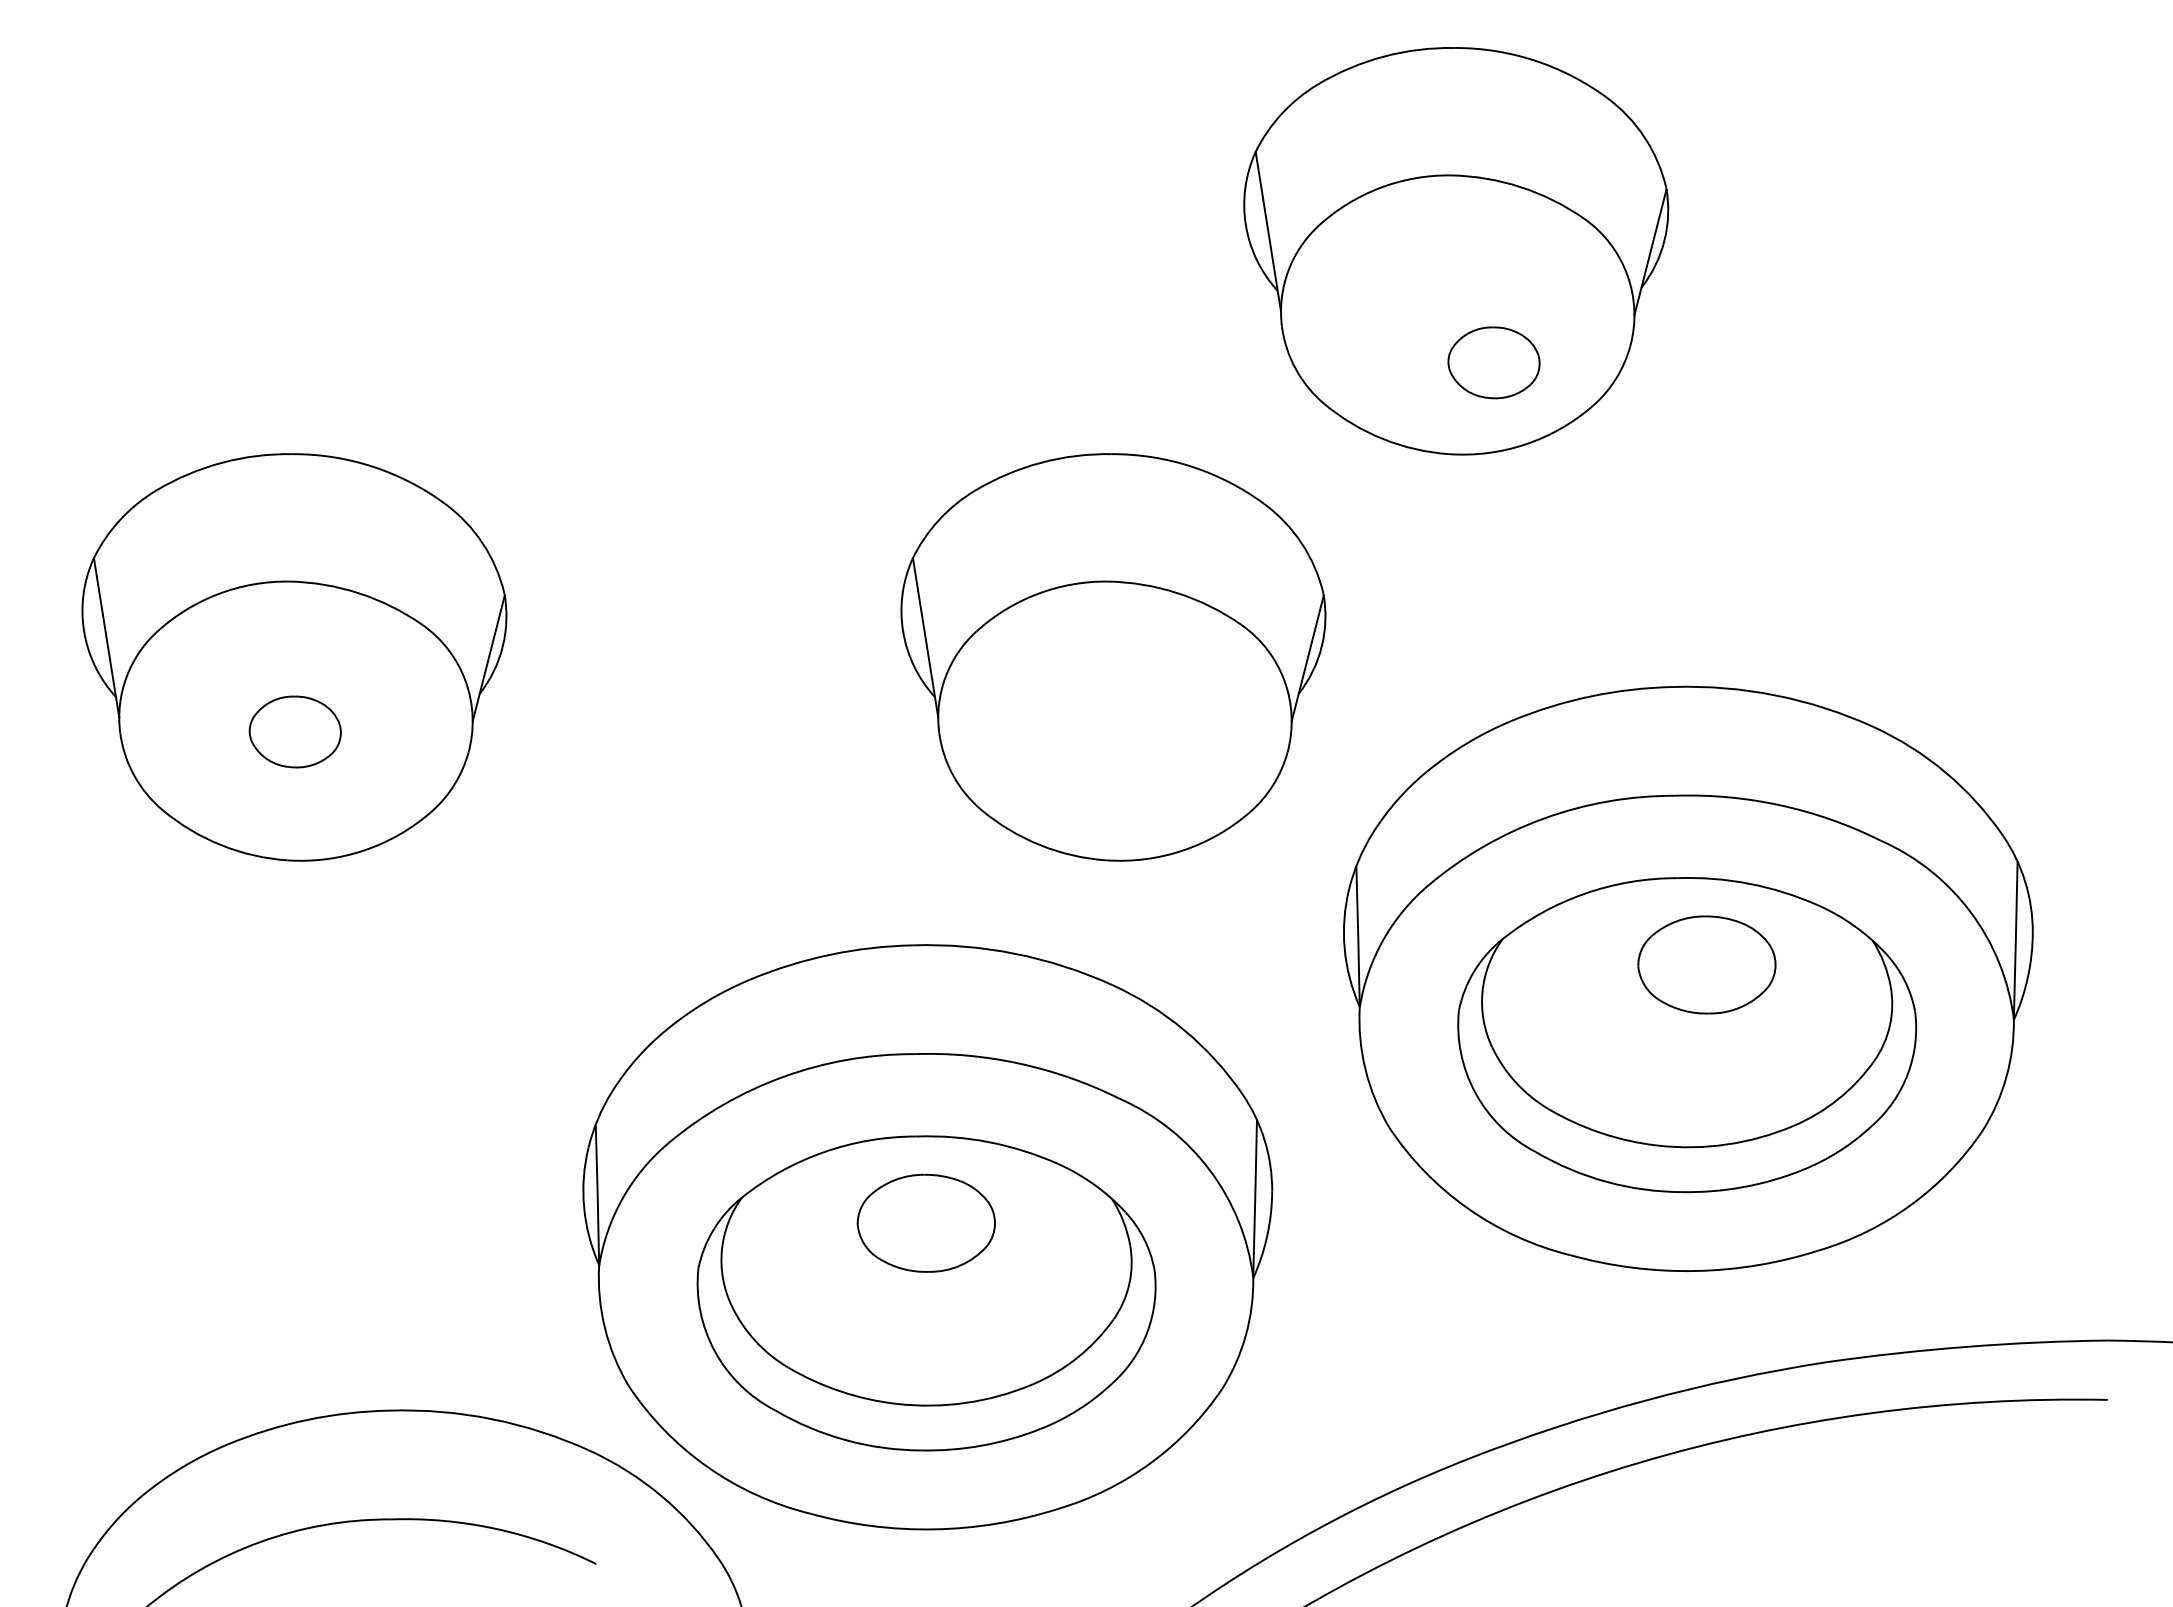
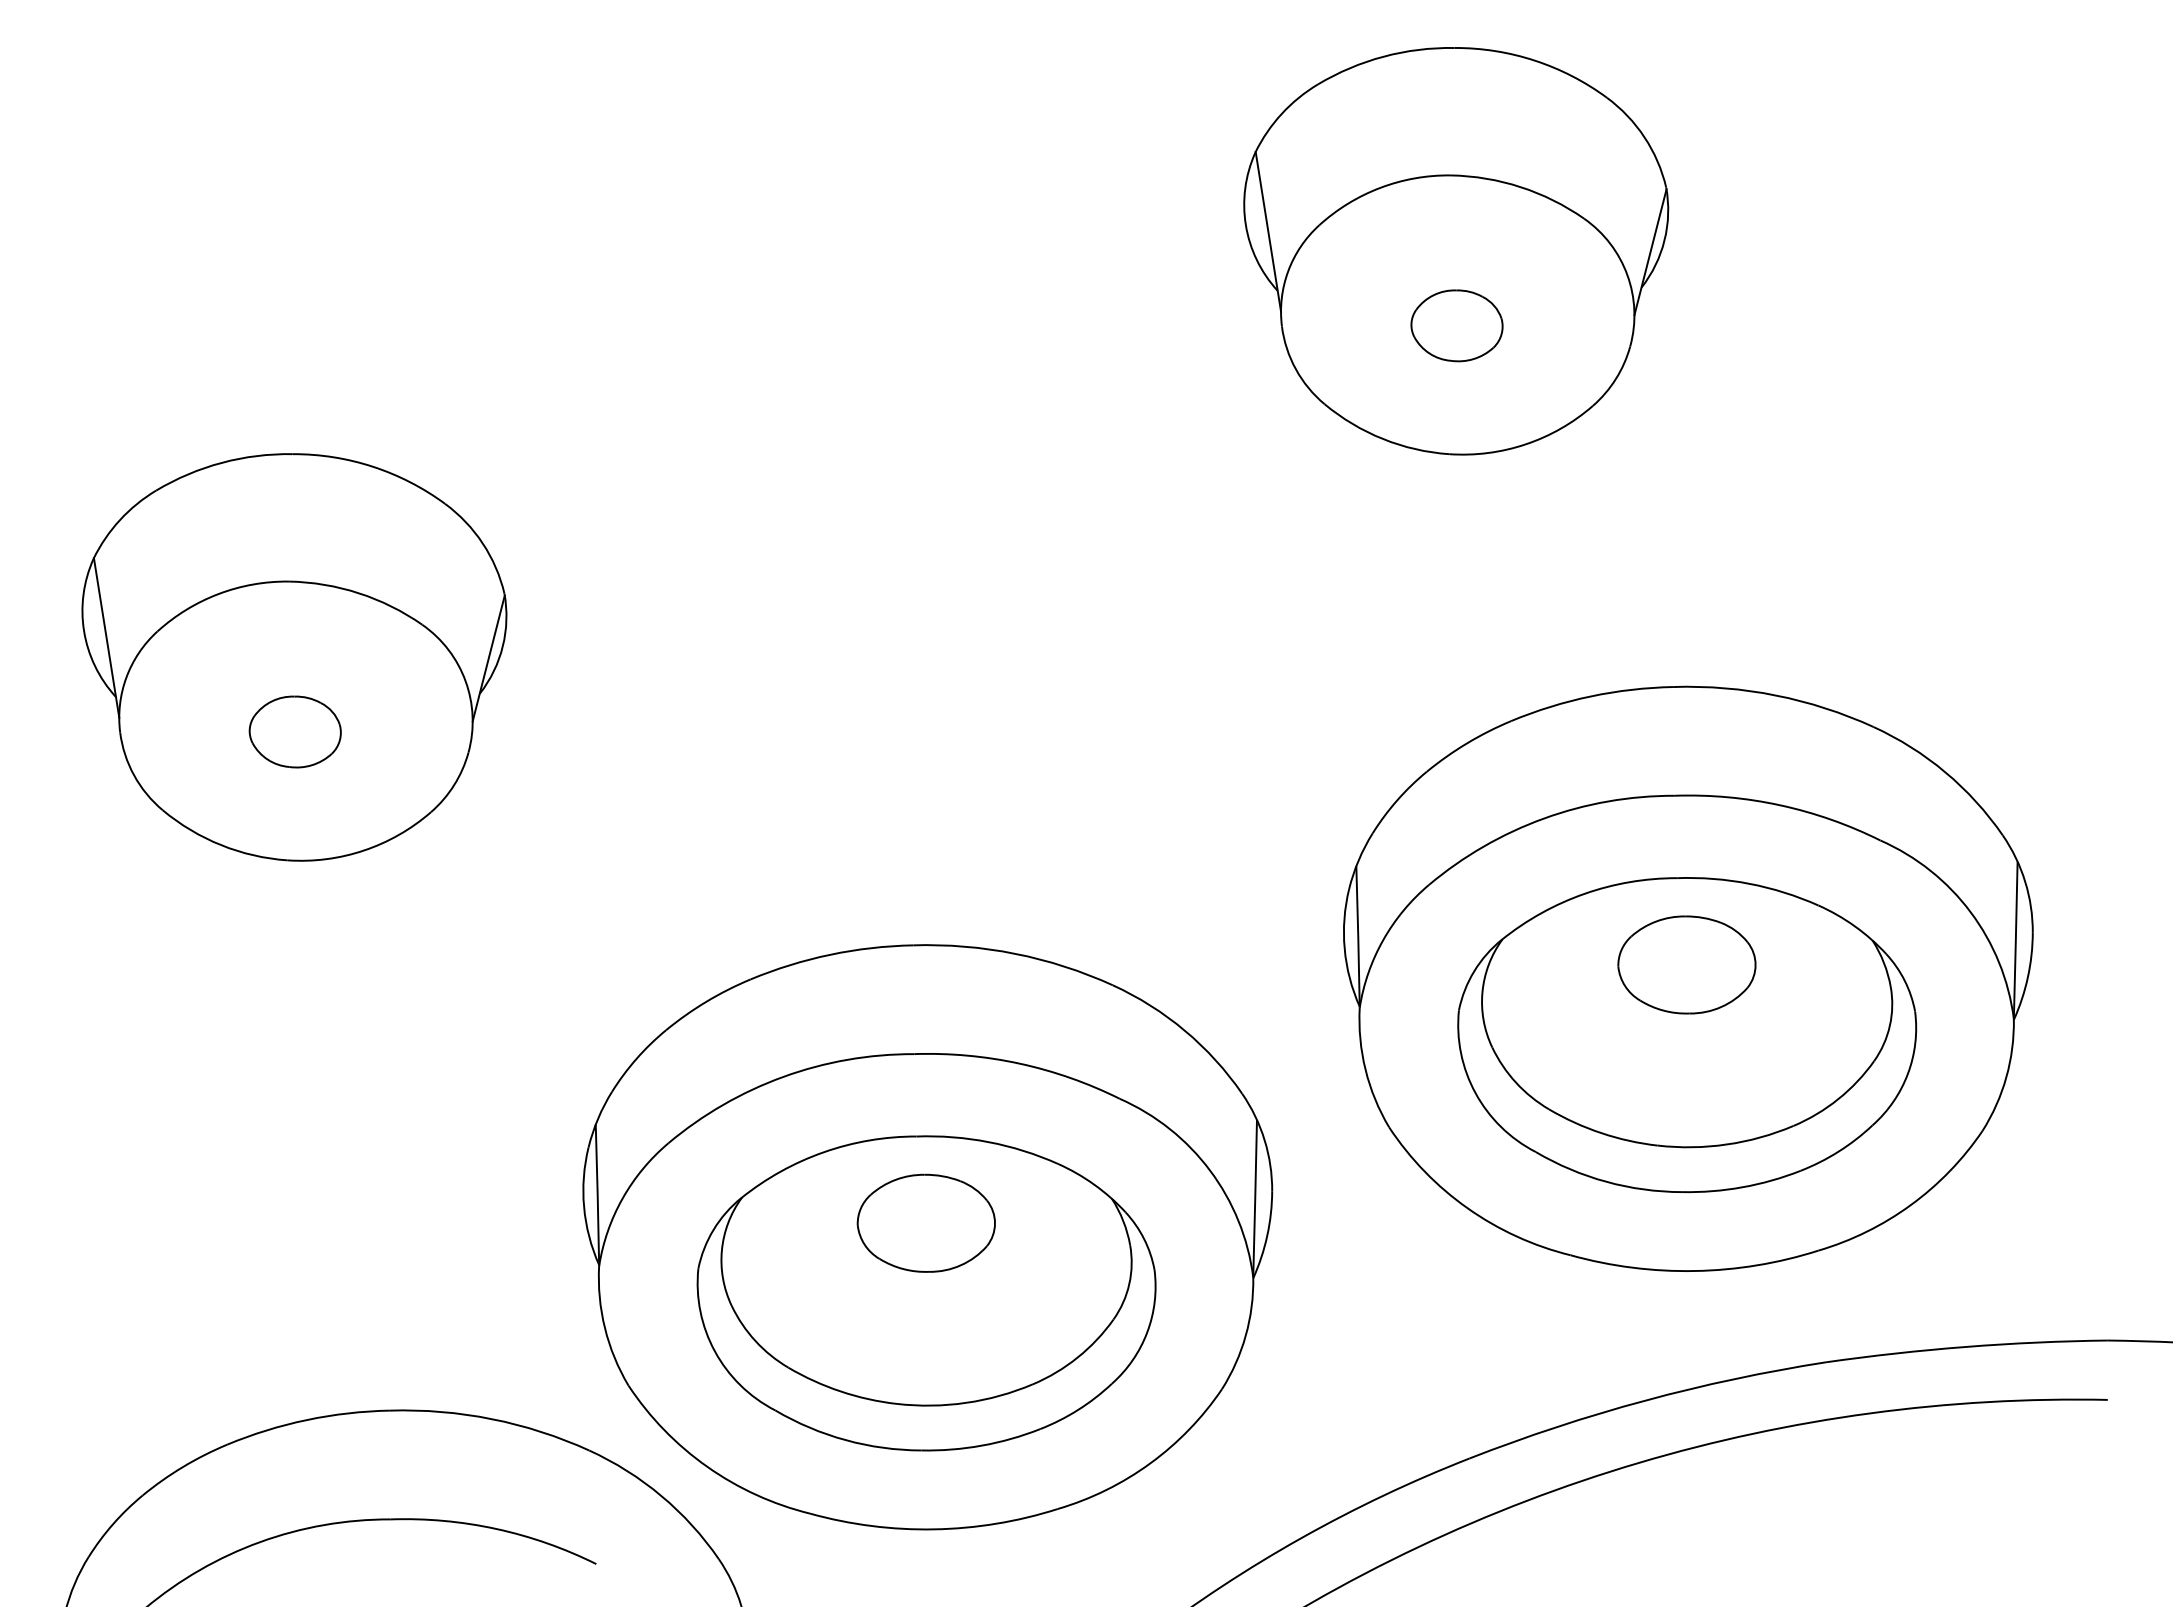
part at (1493, 362) position: (1493, 362) -> (1456, 325)
part at (1113, 657): present -> none
part at (1706, 964) position: (1706, 964) -> (1686, 964)
